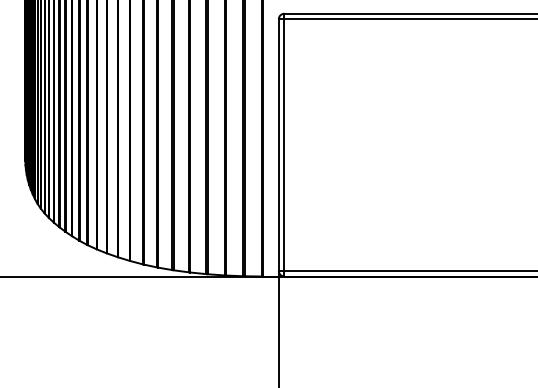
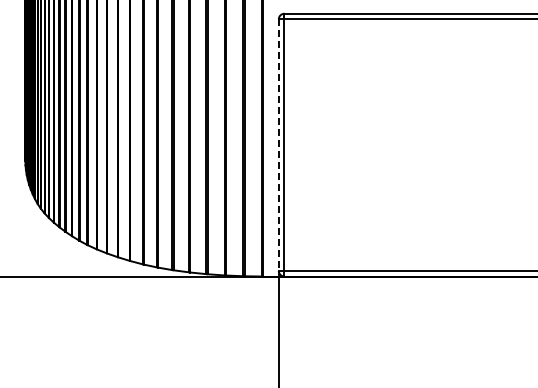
line at (278, 145): solid -> dashed
